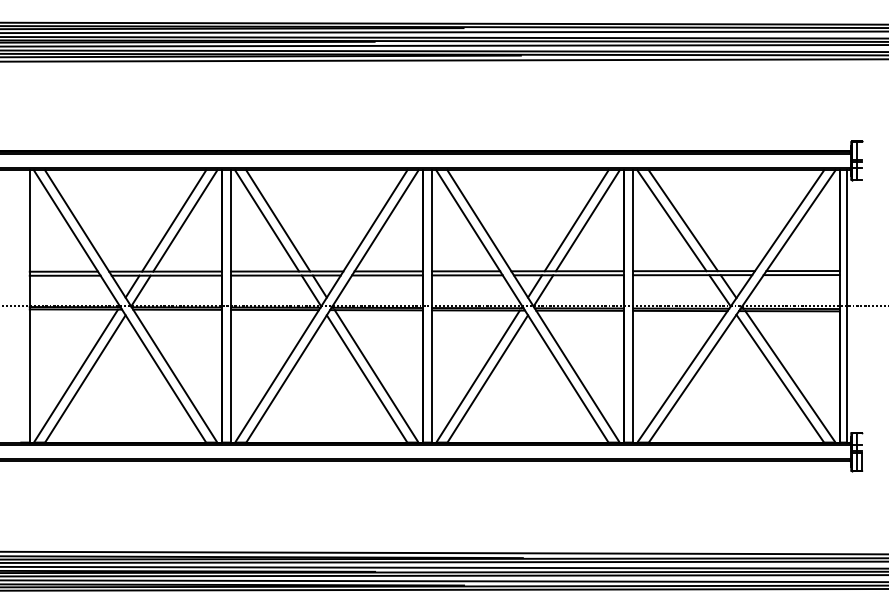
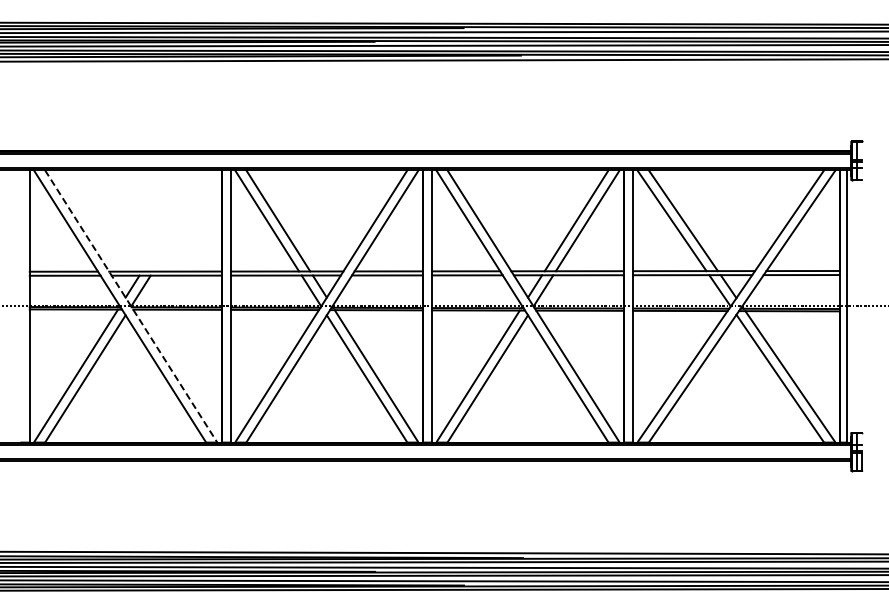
line at (174, 220): present -> none
line at (185, 220): present -> none
line at (131, 306): solid -> dashed
